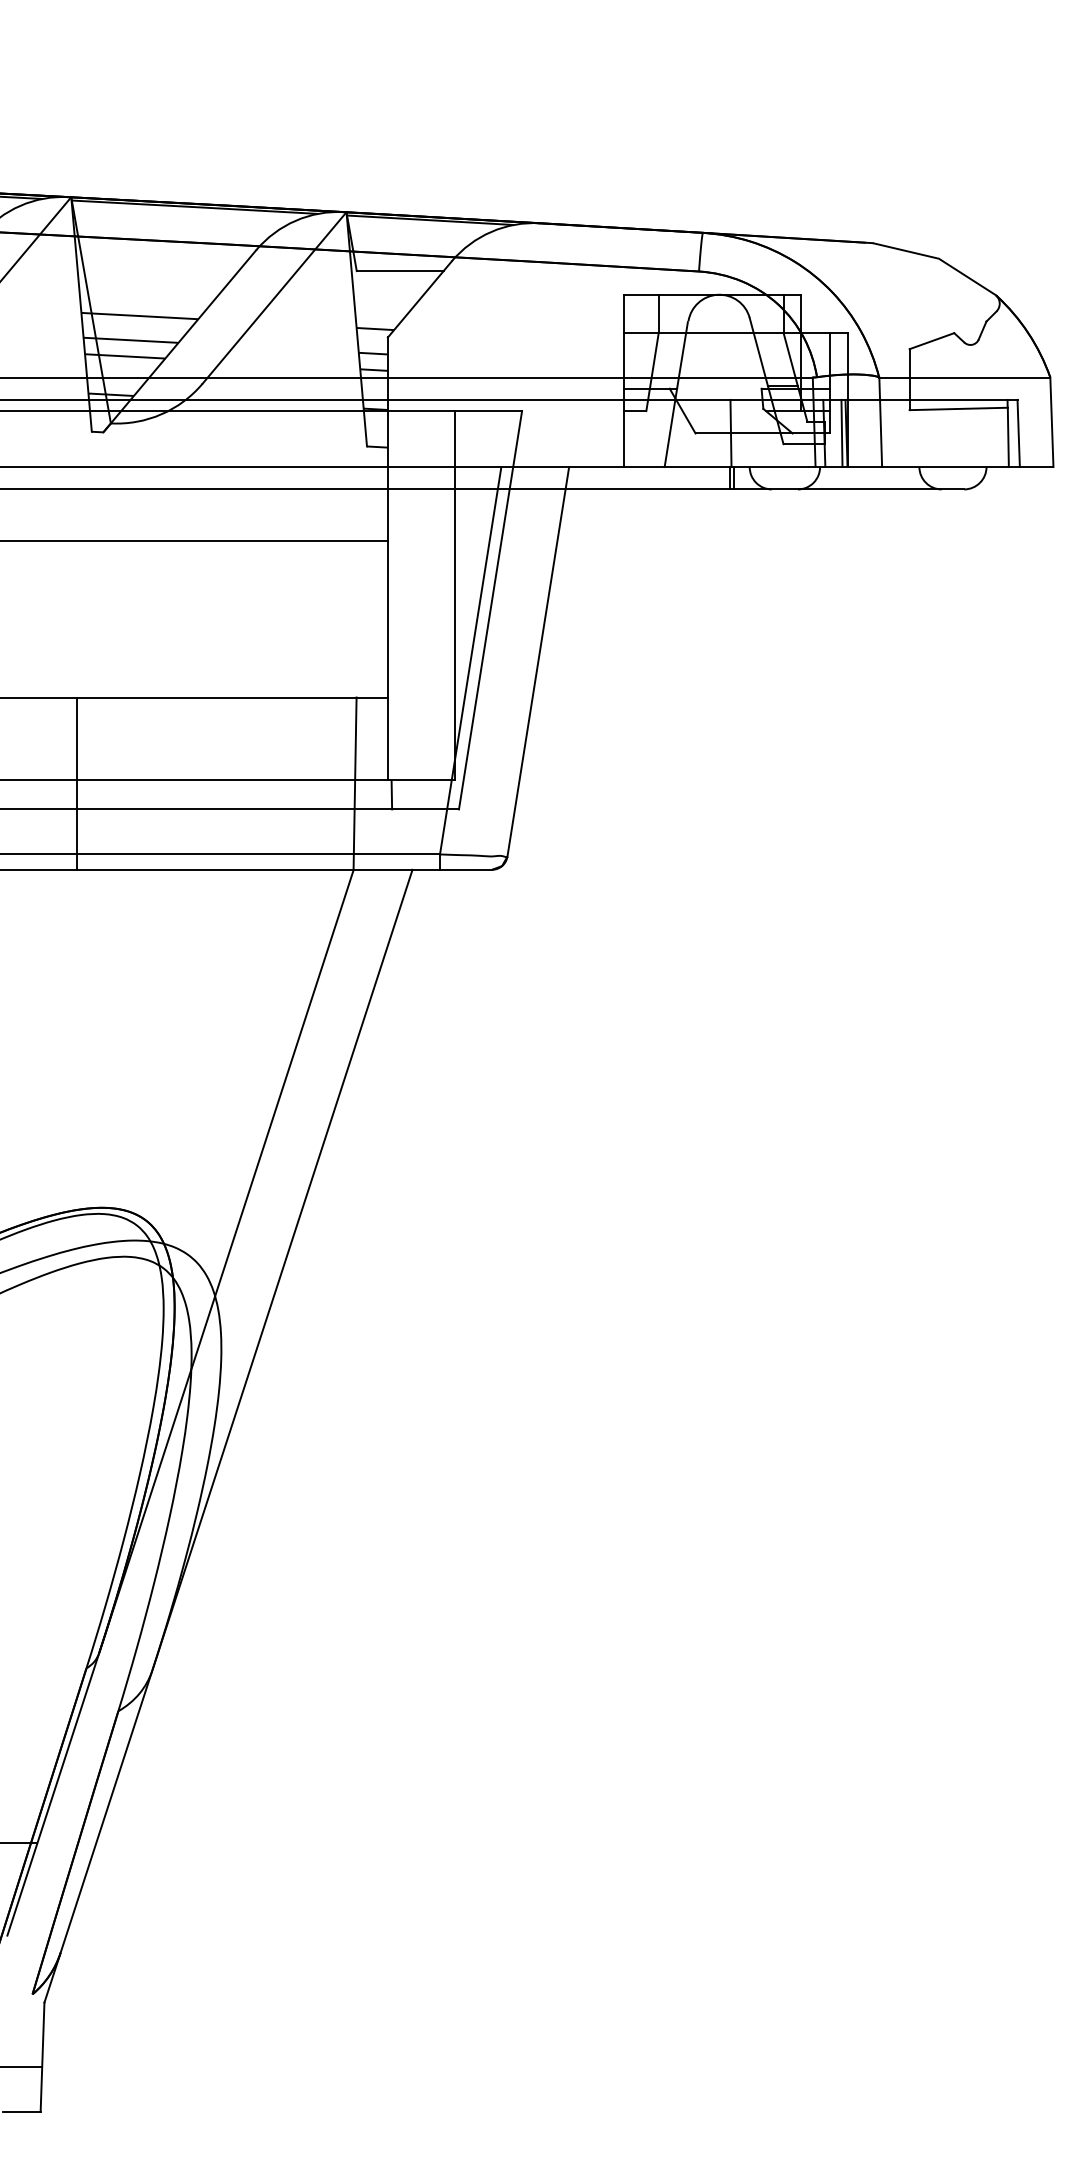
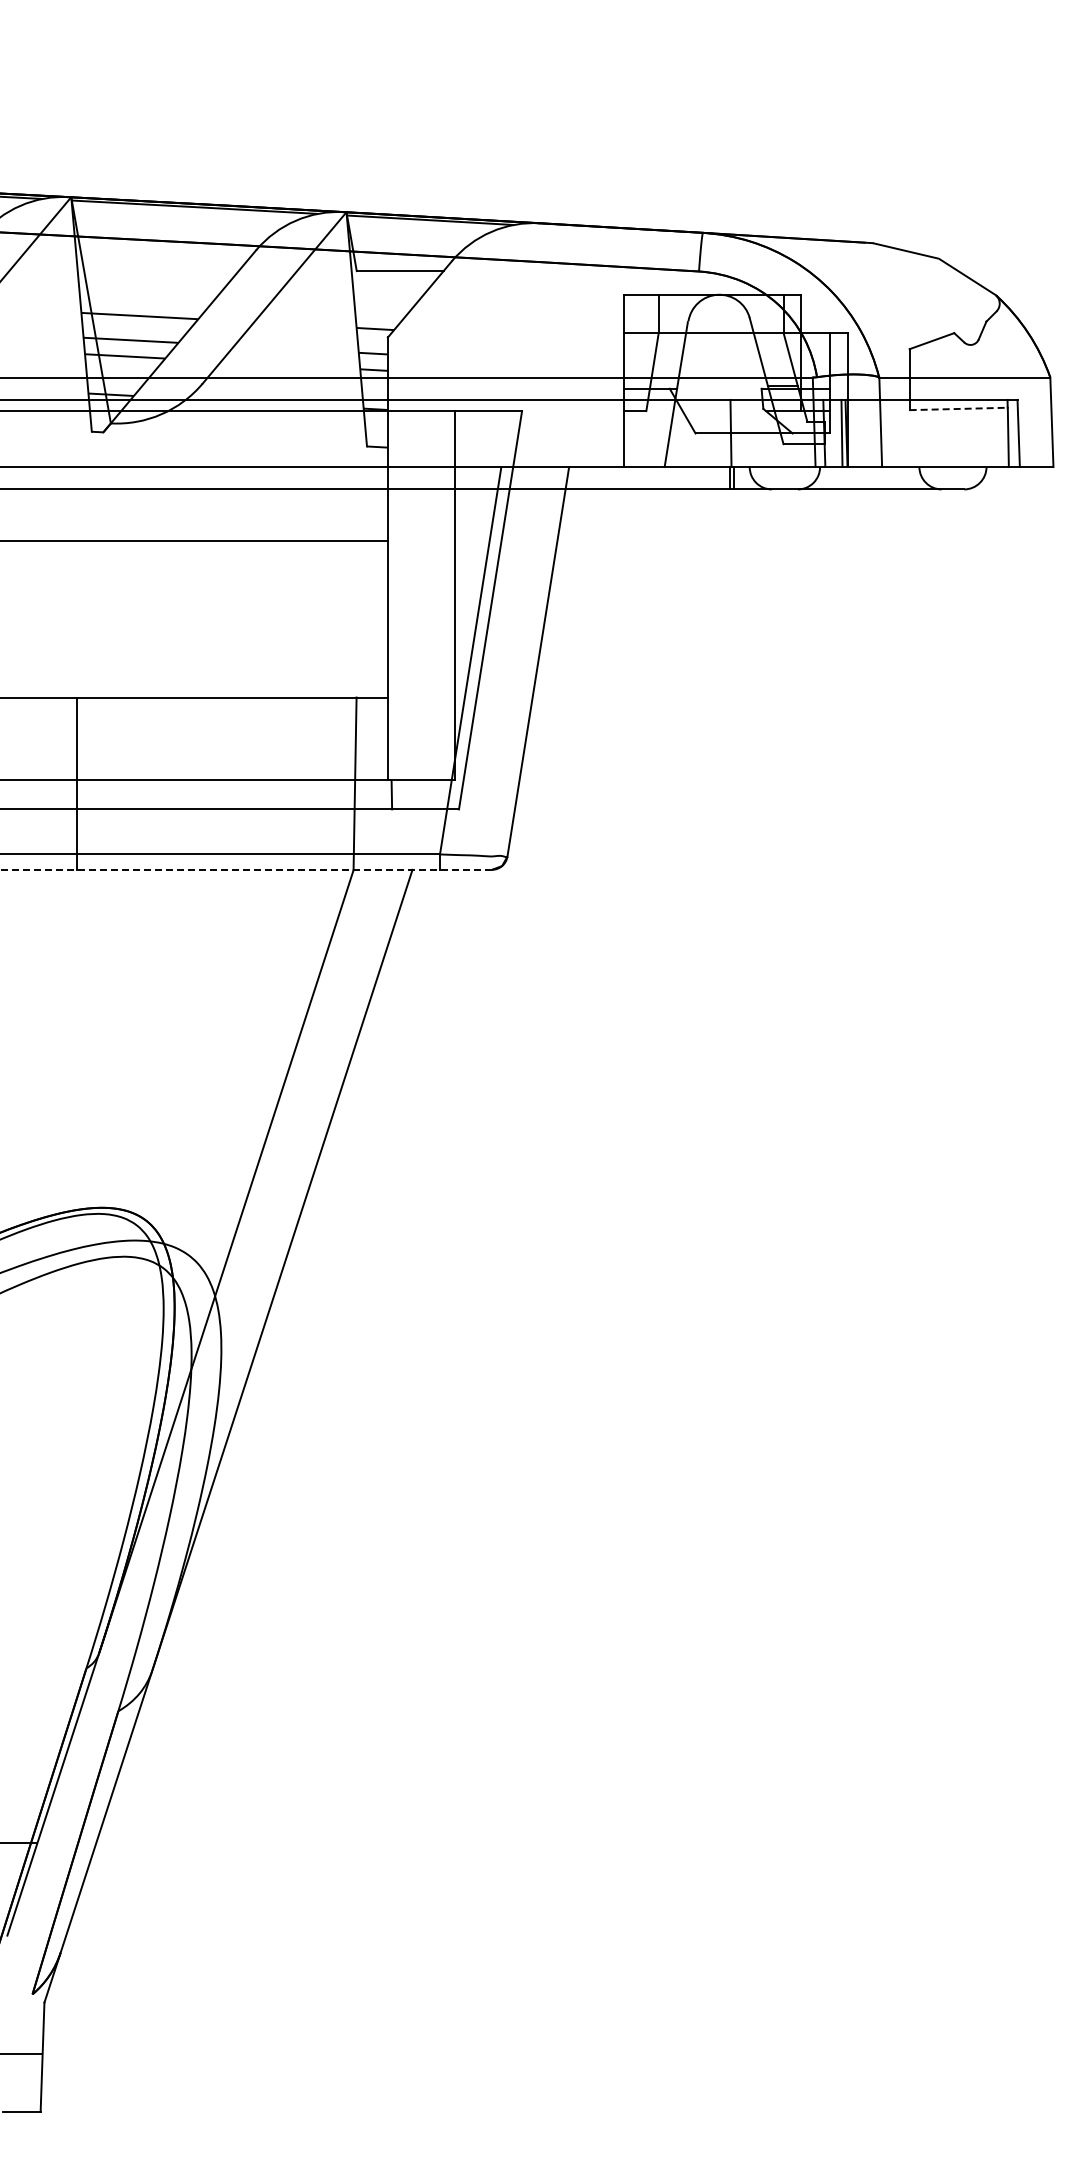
line at (959, 408): solid -> dashed
line at (246, 869): solid -> dashed
line at (22, 2066) position: (22, 2066) -> (22, 2053)
